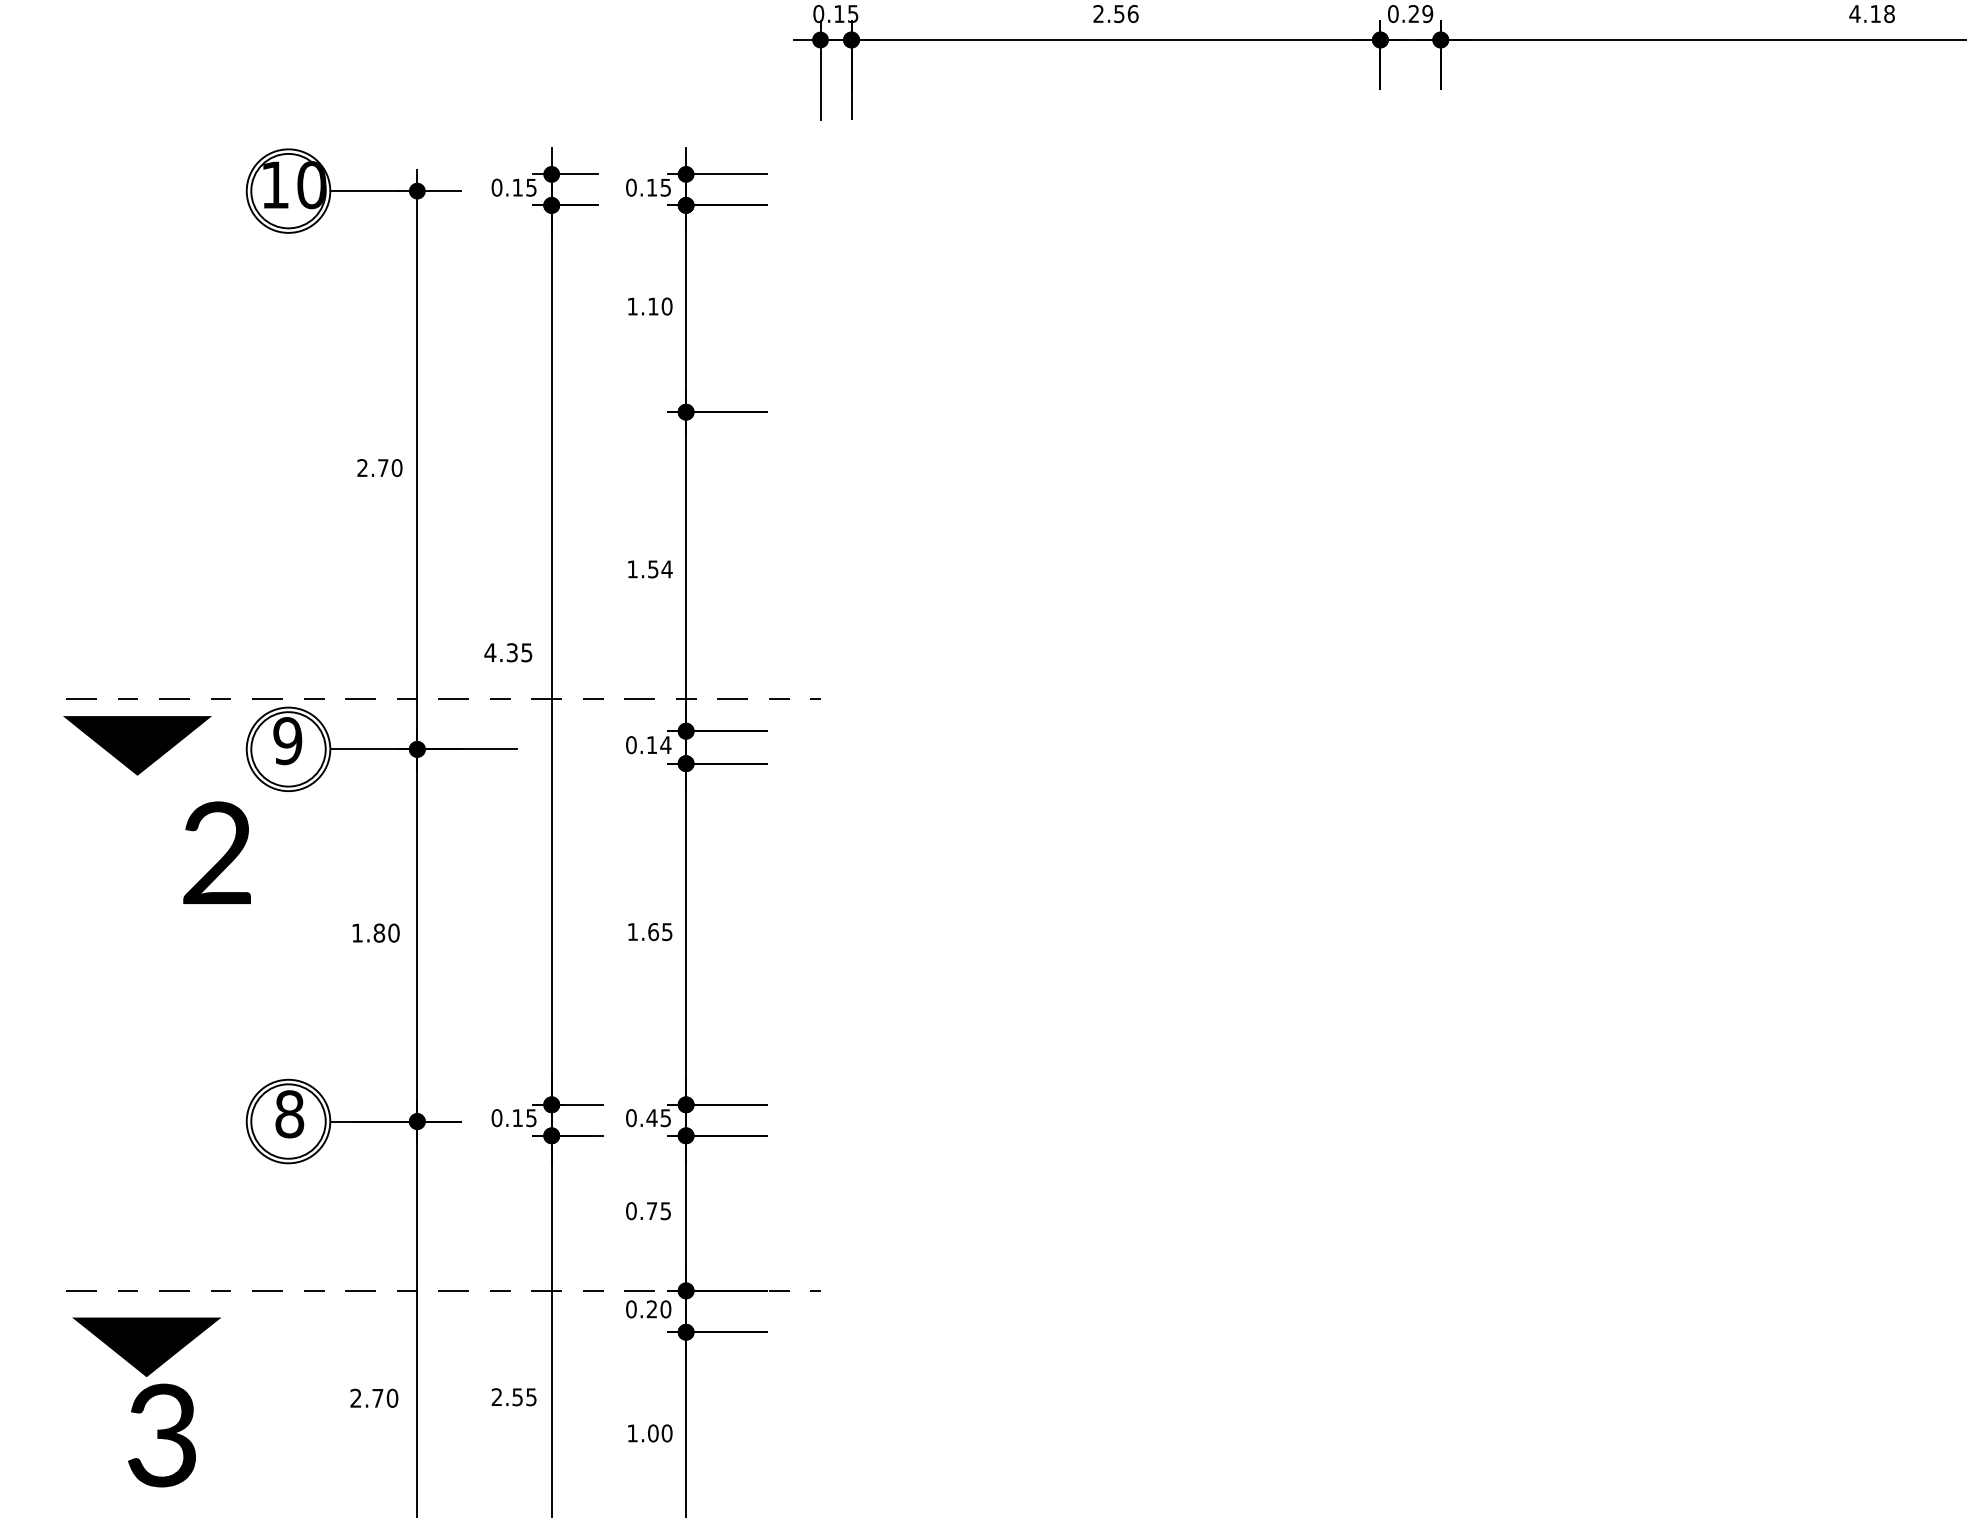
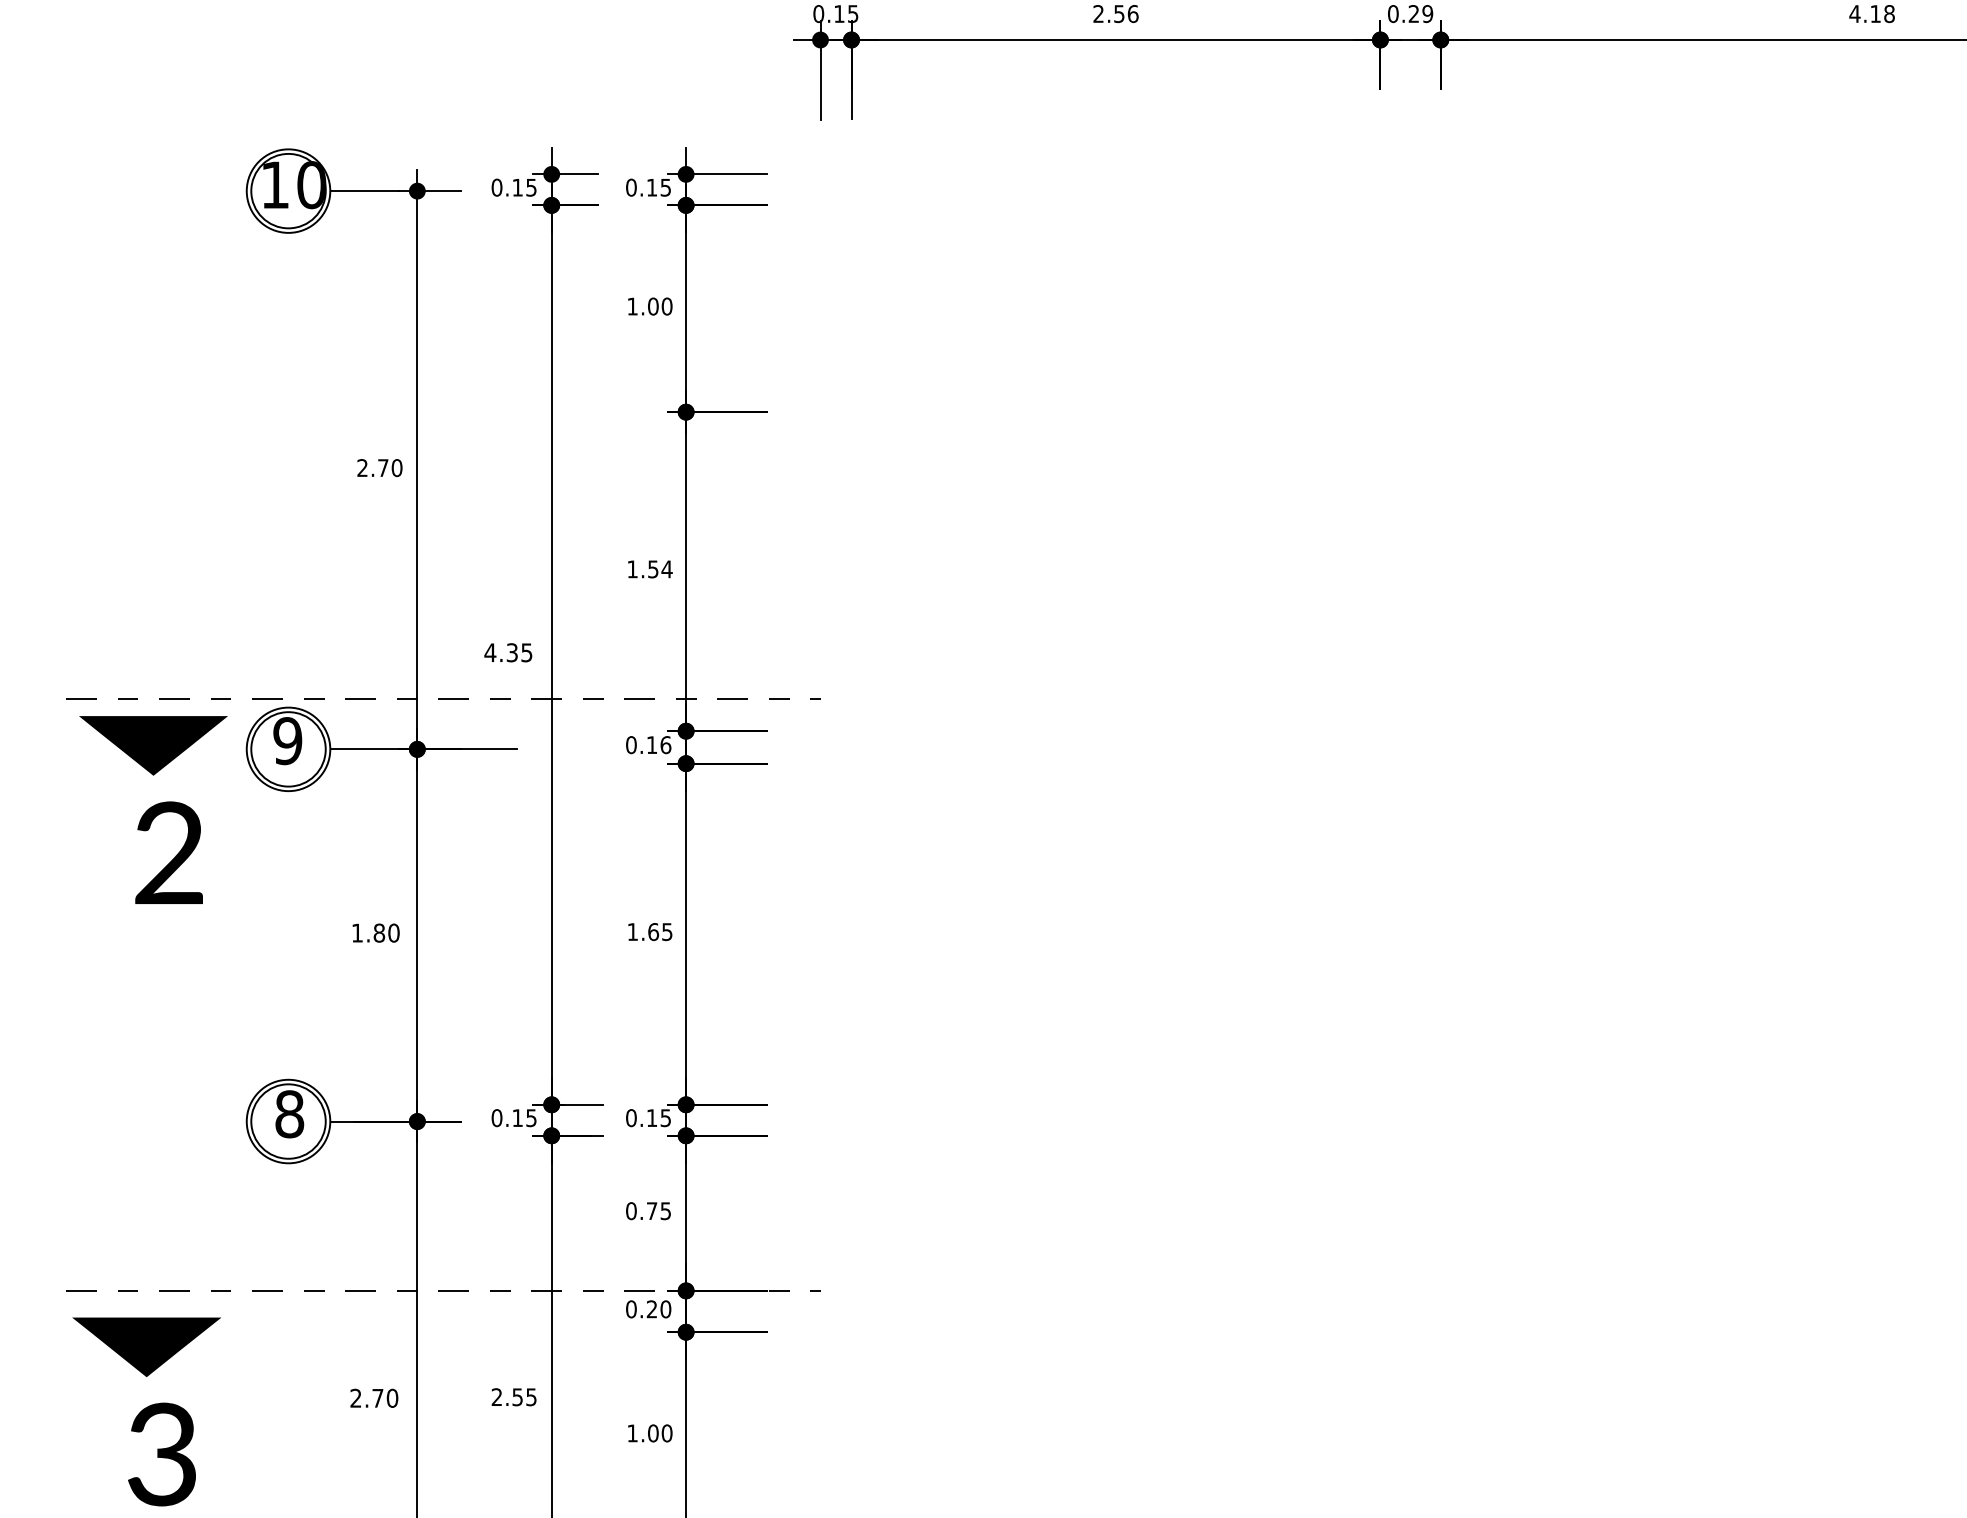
text at (653, 306): 1.10 -> 1.00
part at (137, 745) position: (137, 745) -> (153, 745)
text at (665, 745): 0.14 -> 0.16
text at (216, 852) position: (216, 852) -> (168, 852)
text at (651, 1117): 0.45 -> 0.15
text at (161, 1435) position: (161, 1435) -> (161, 1454)
